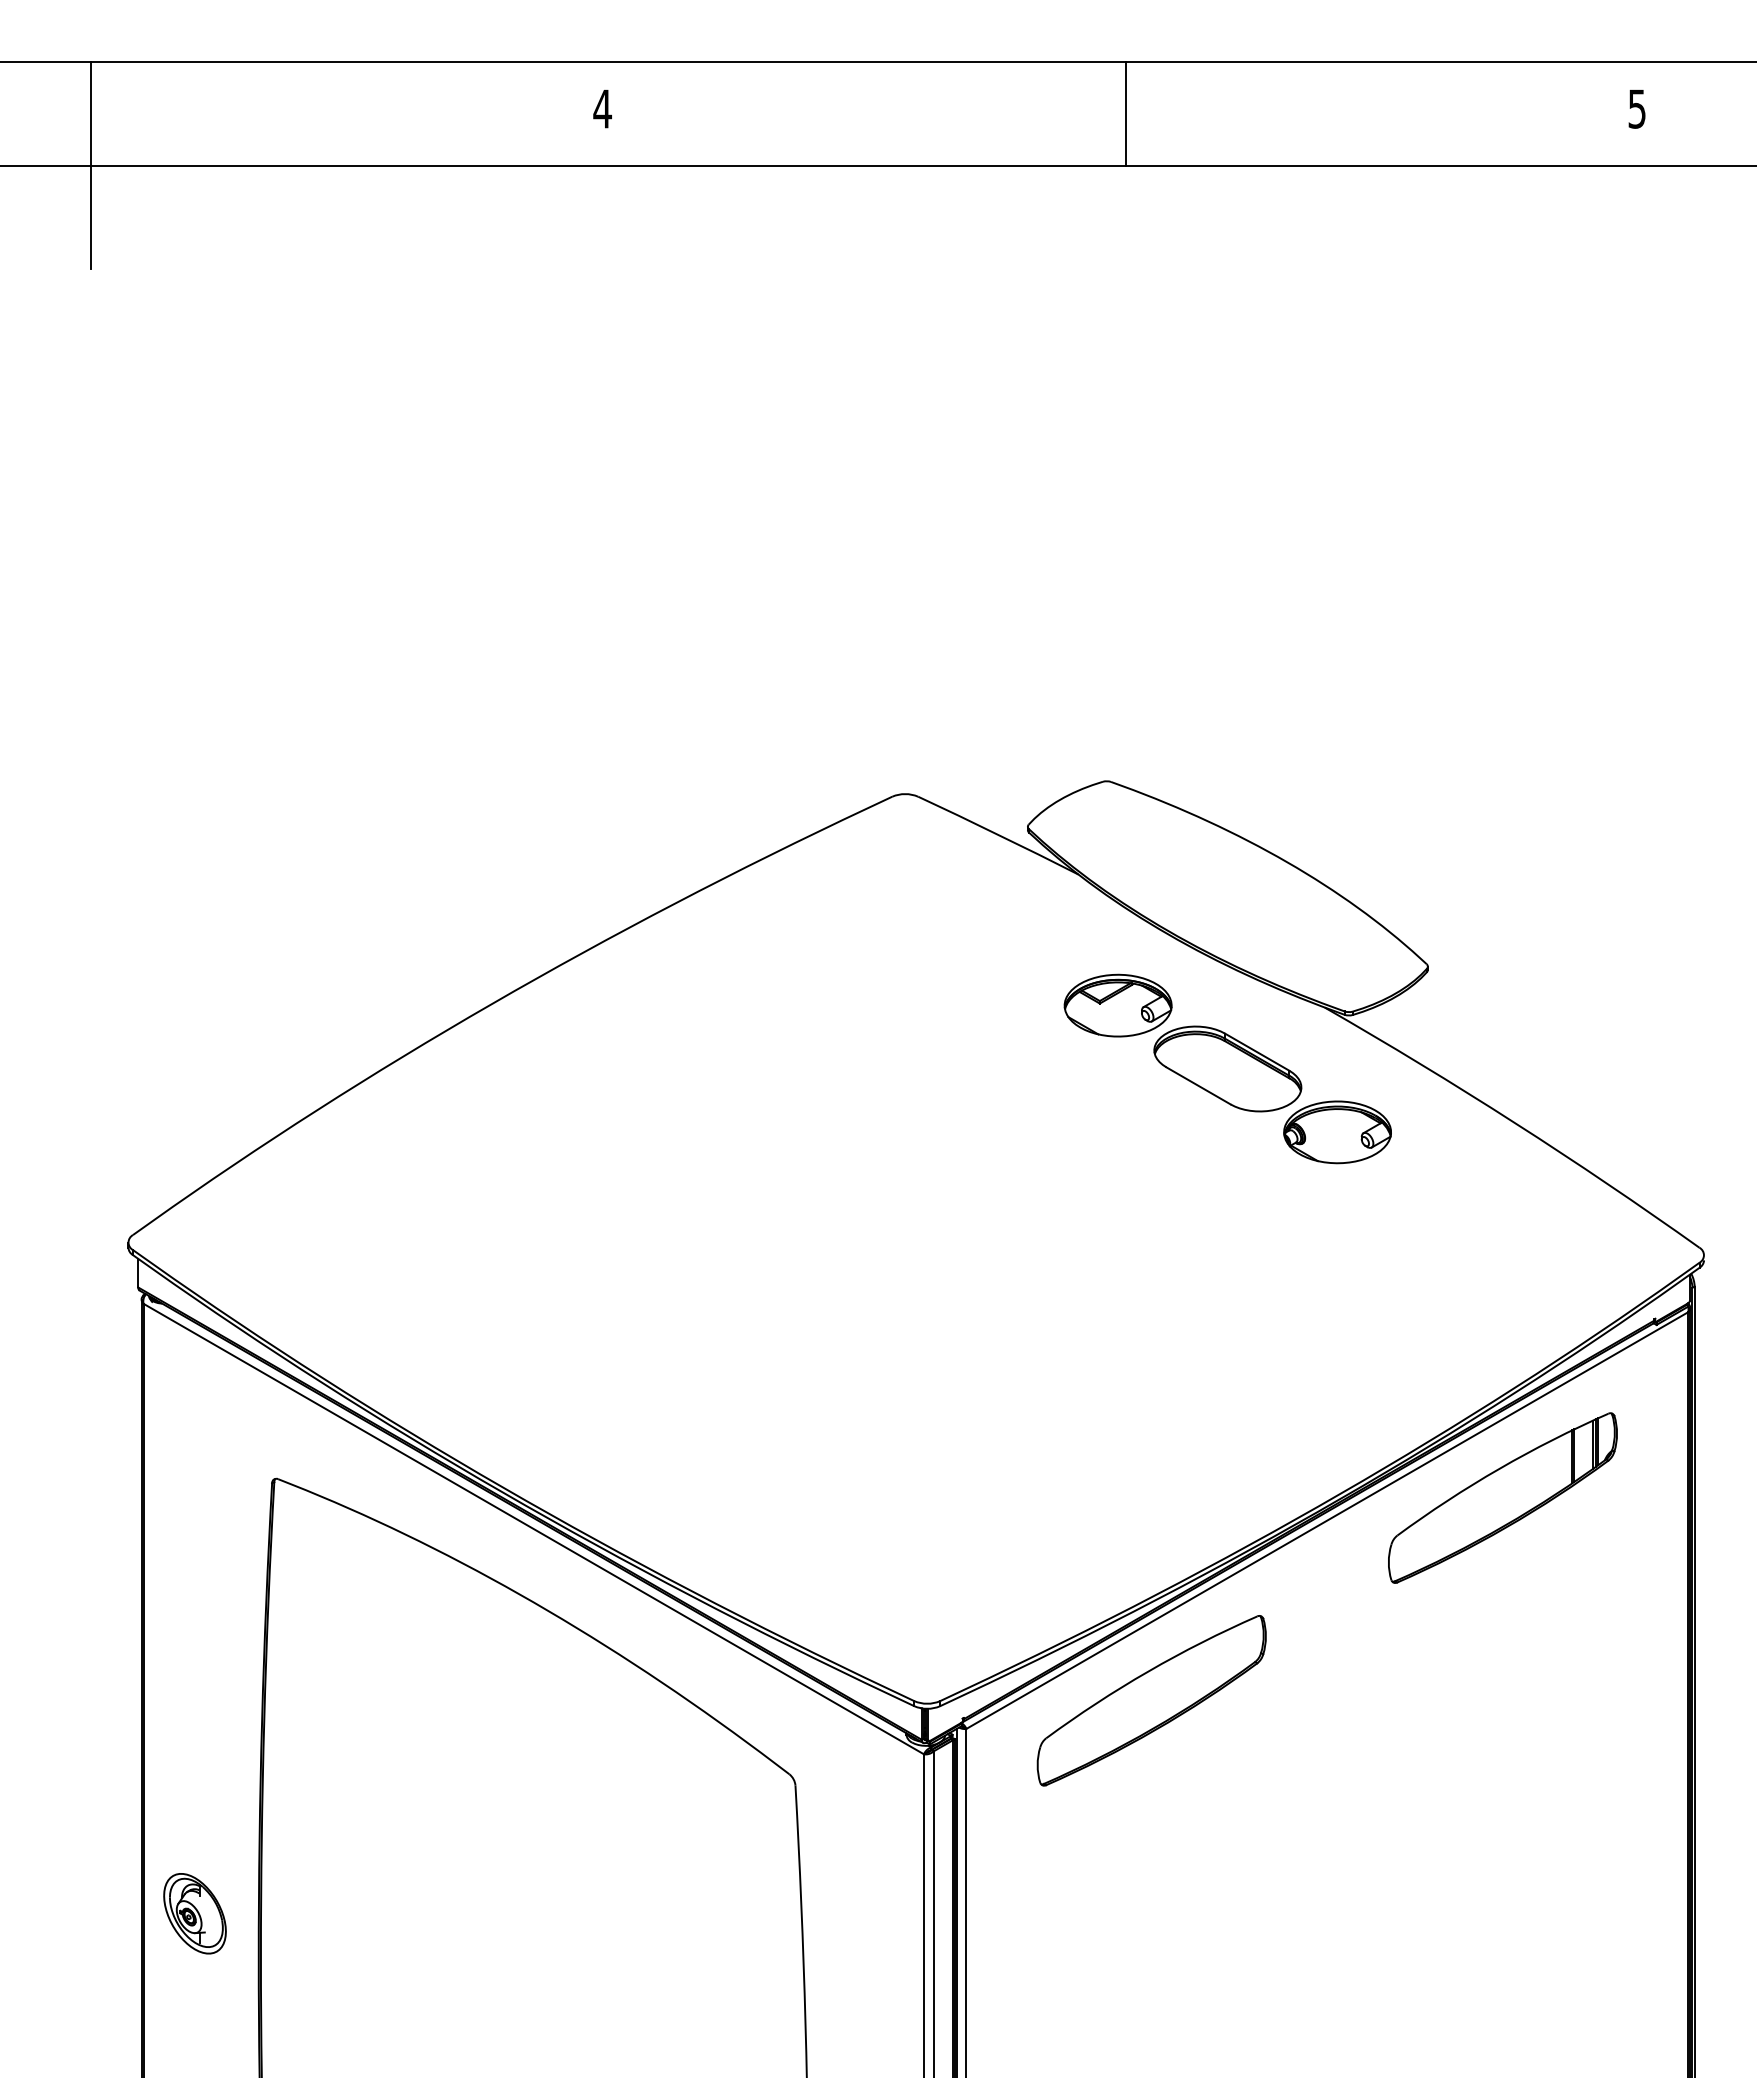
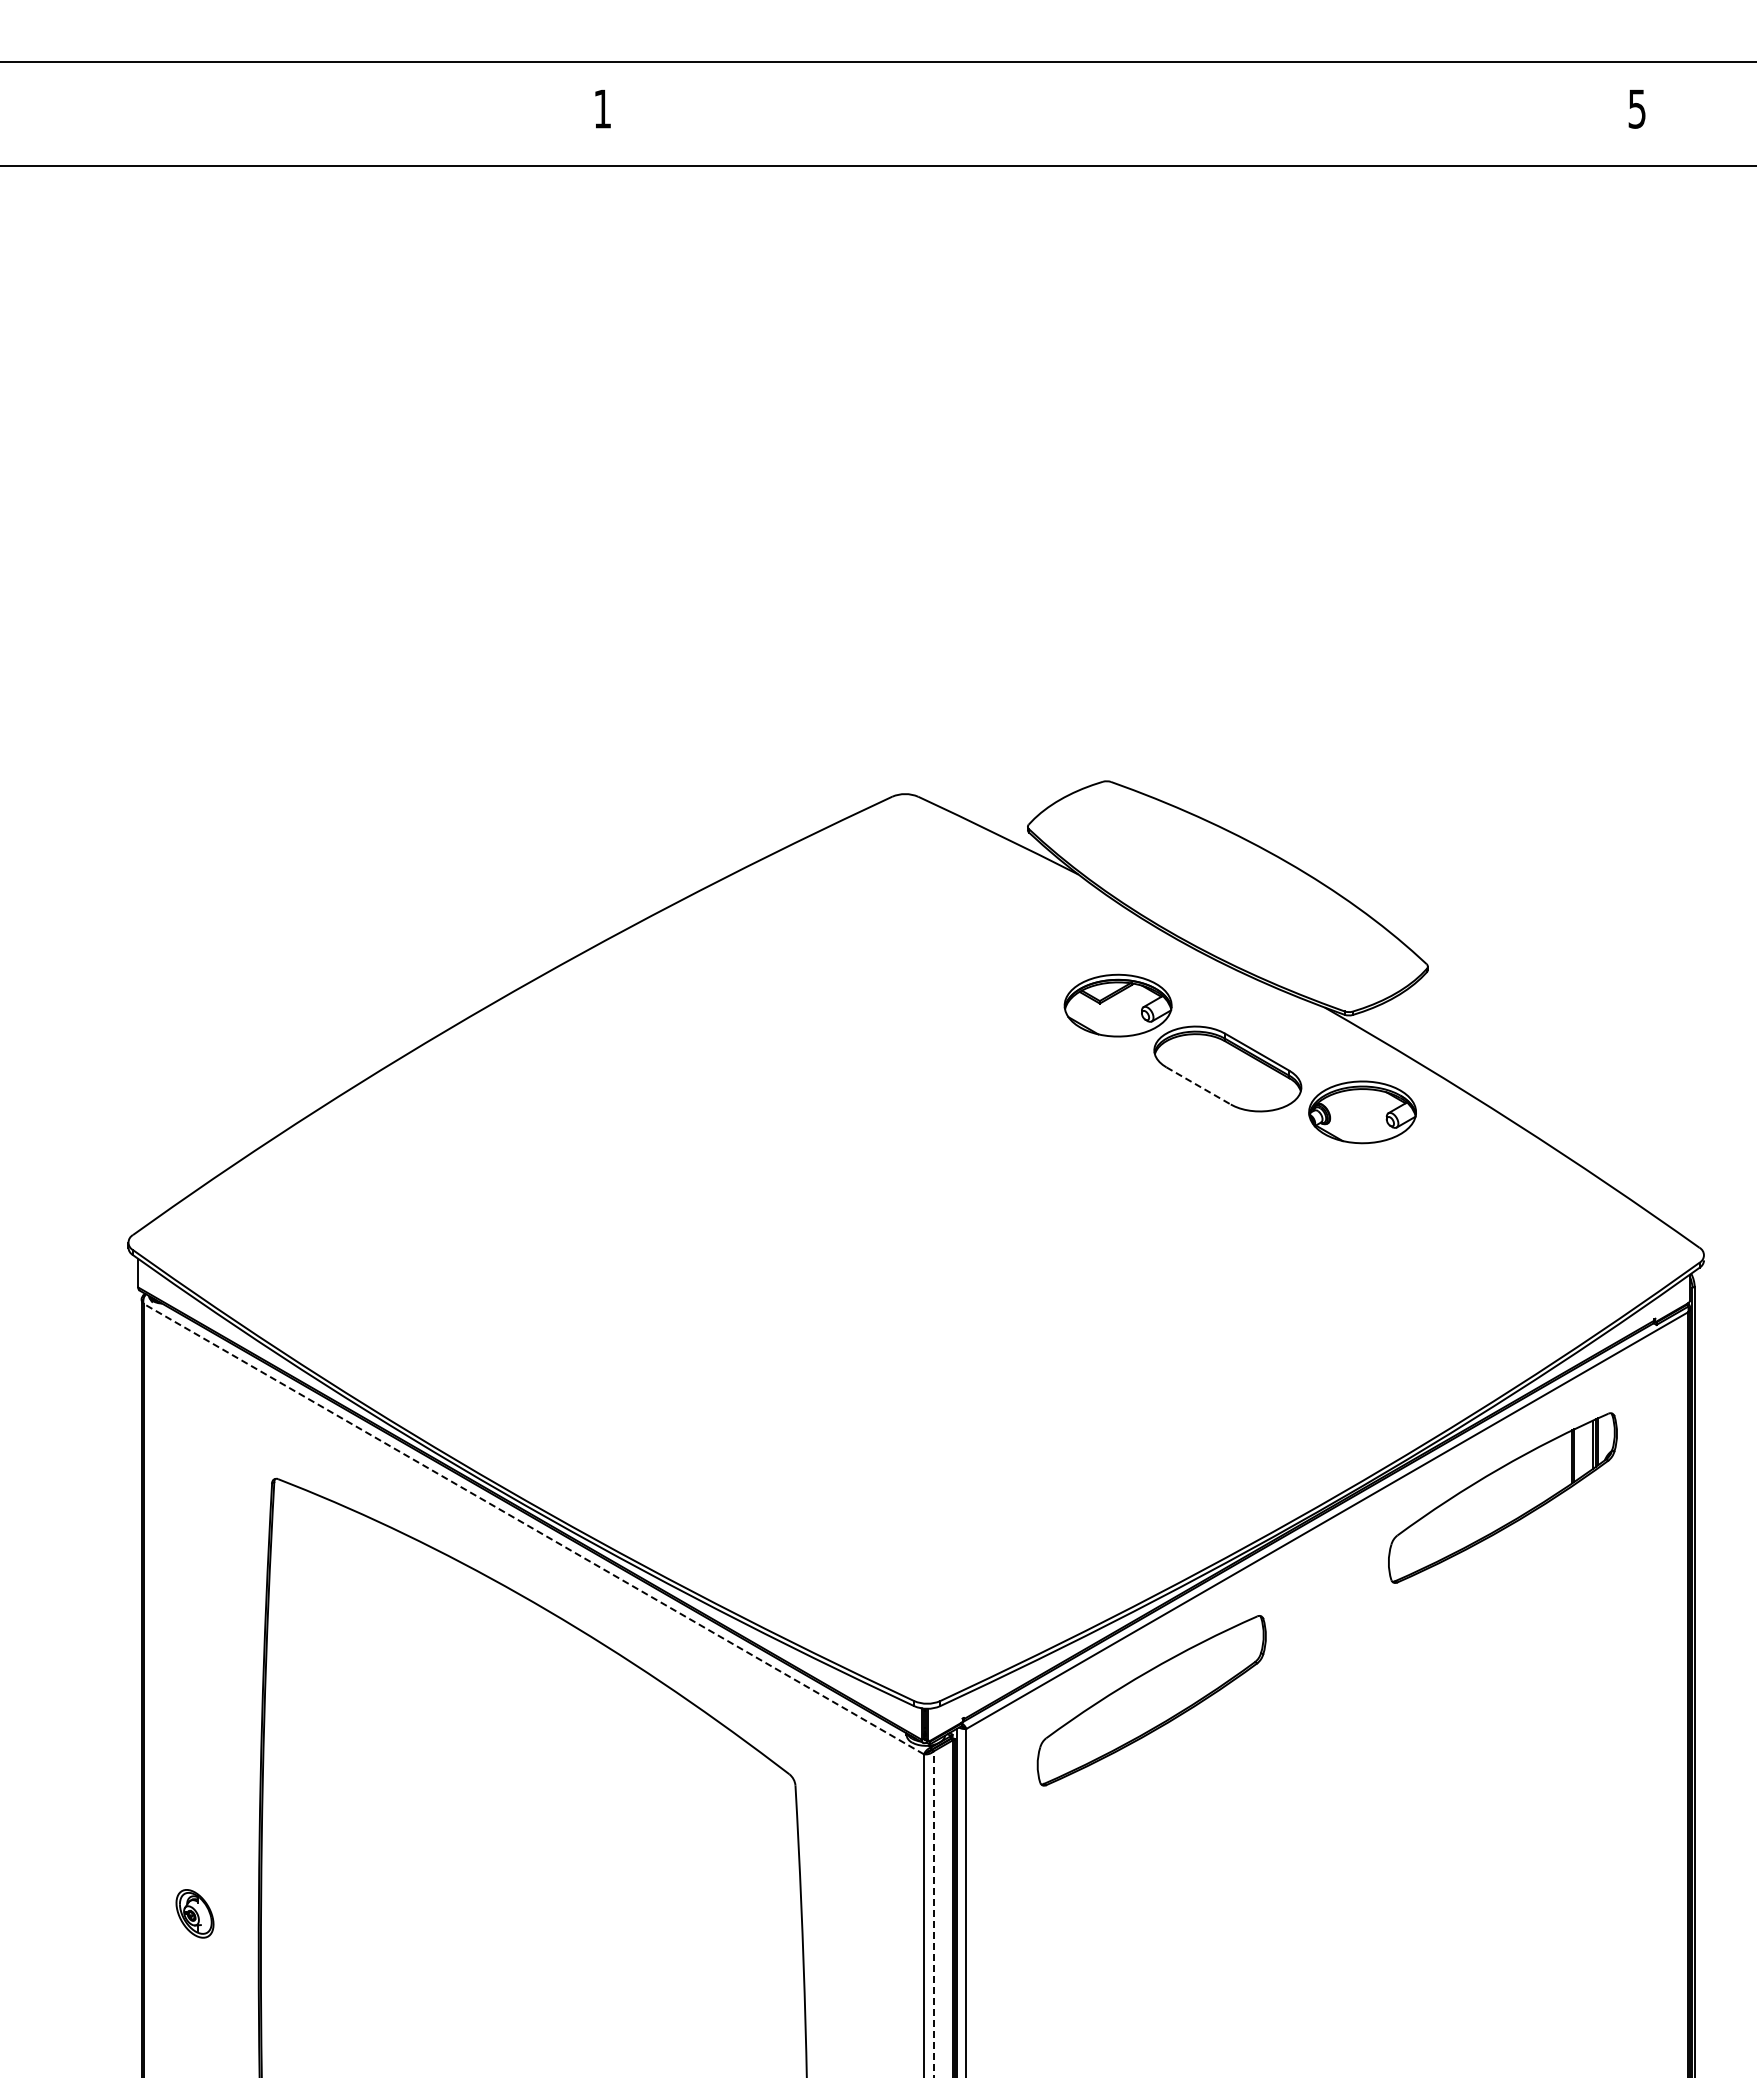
text at (602, 108): 4 -> 1
line at (1126, 113): present -> none
line at (91, 165): present -> none
line at (1199, 1086): solid -> dashed
part at (1337, 1132) position: (1337, 1132) -> (1362, 1112)
line at (533, 1529): solid -> dashed
part at (194, 1913) size: 64x82 px -> 40x50 px
line at (933, 1914): solid -> dashed
